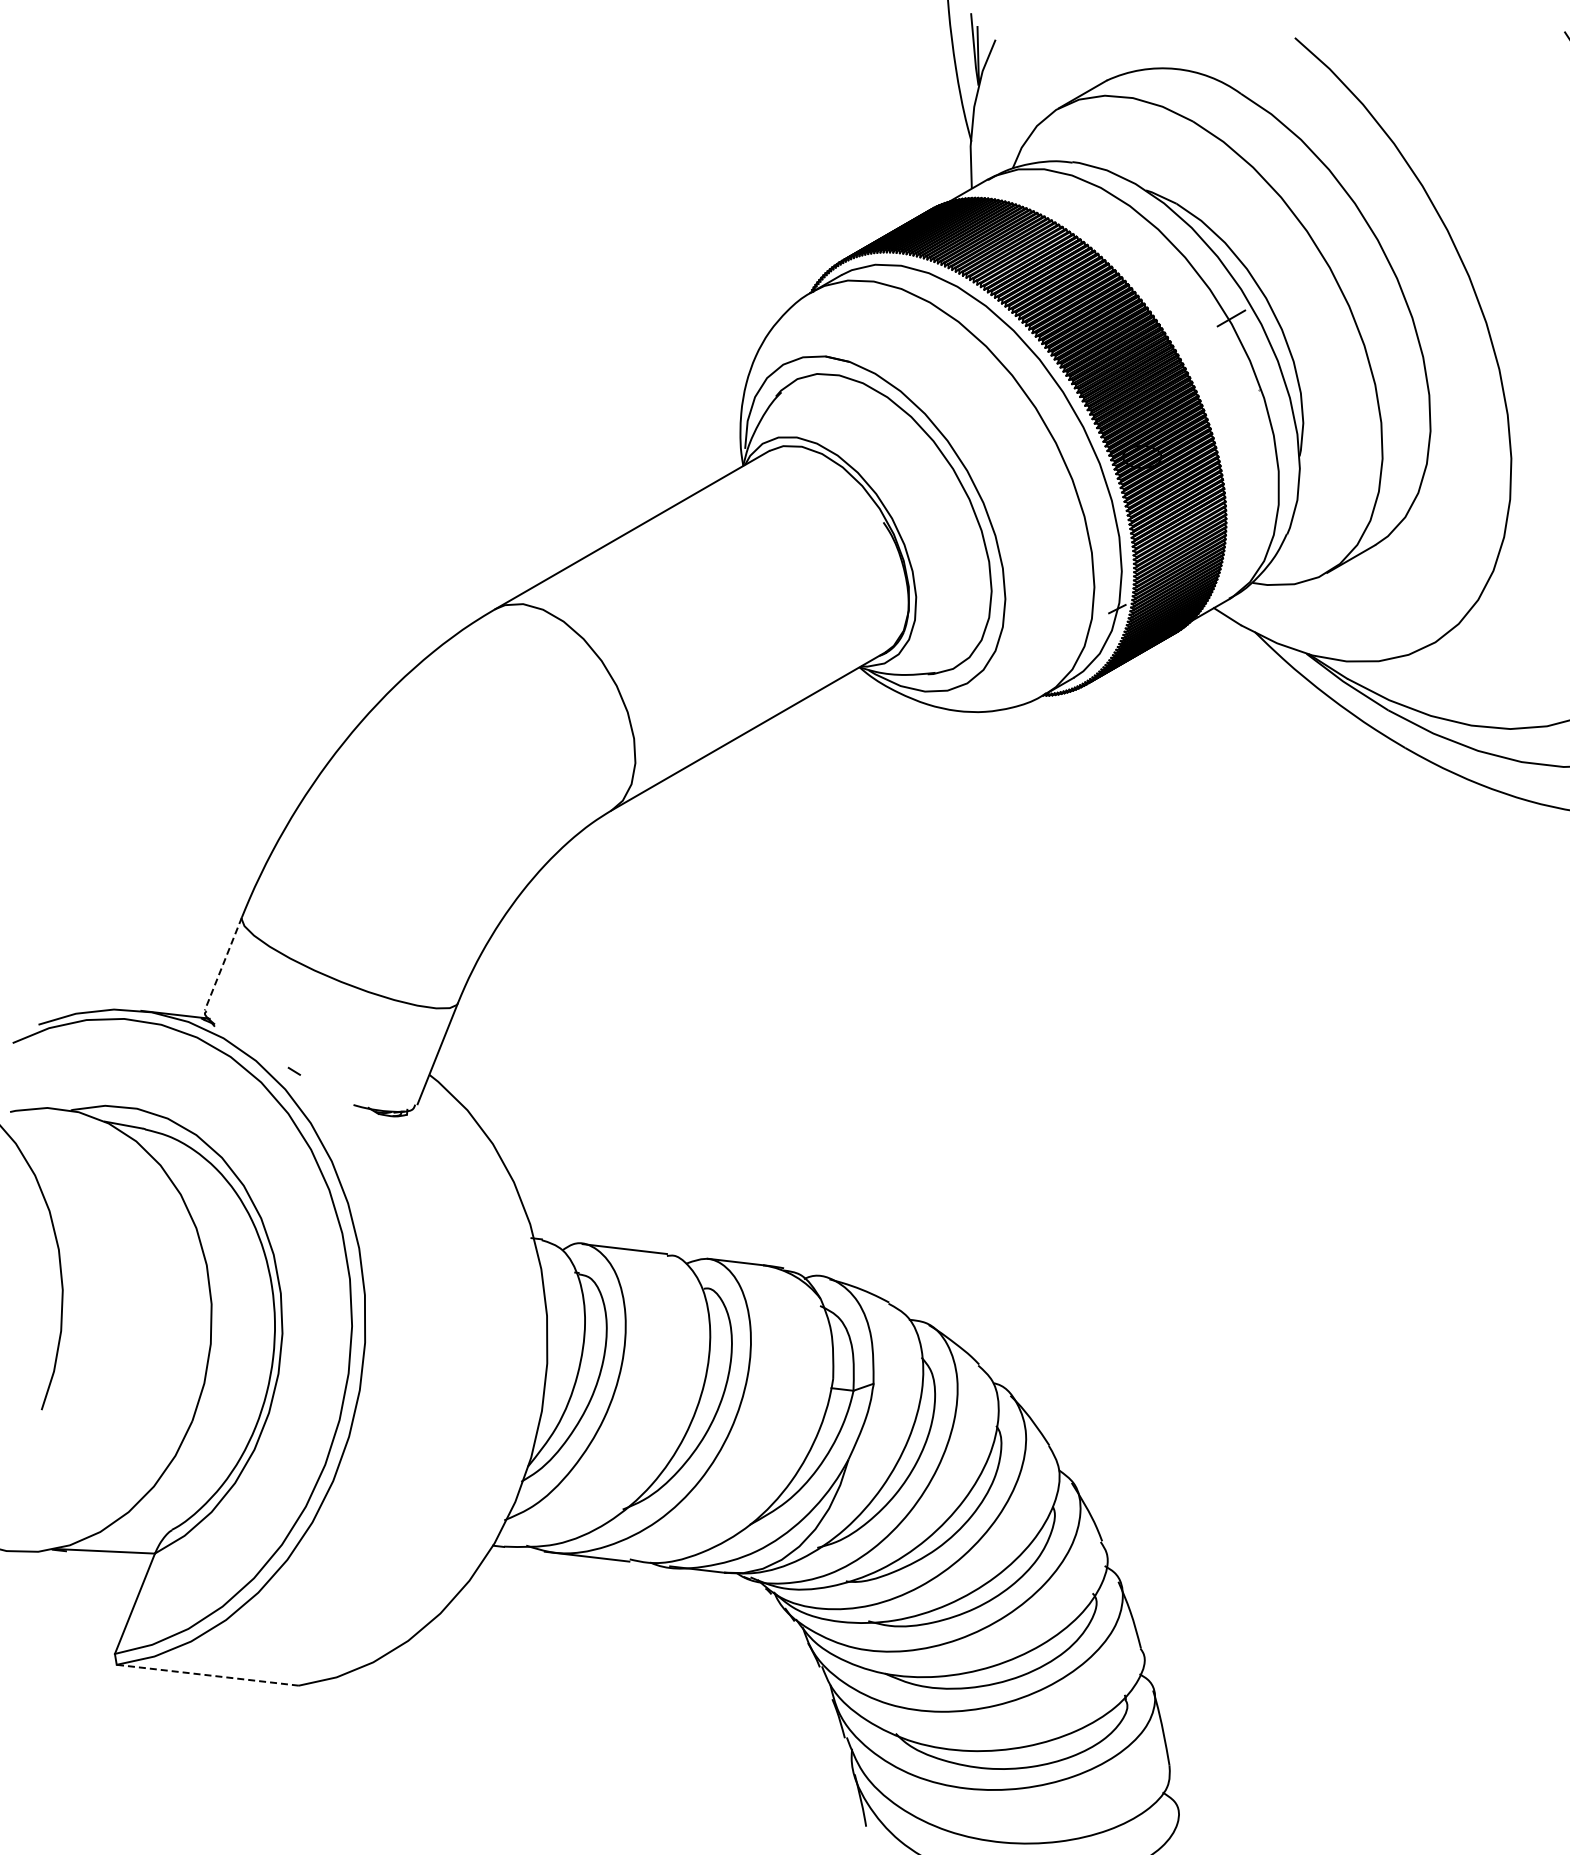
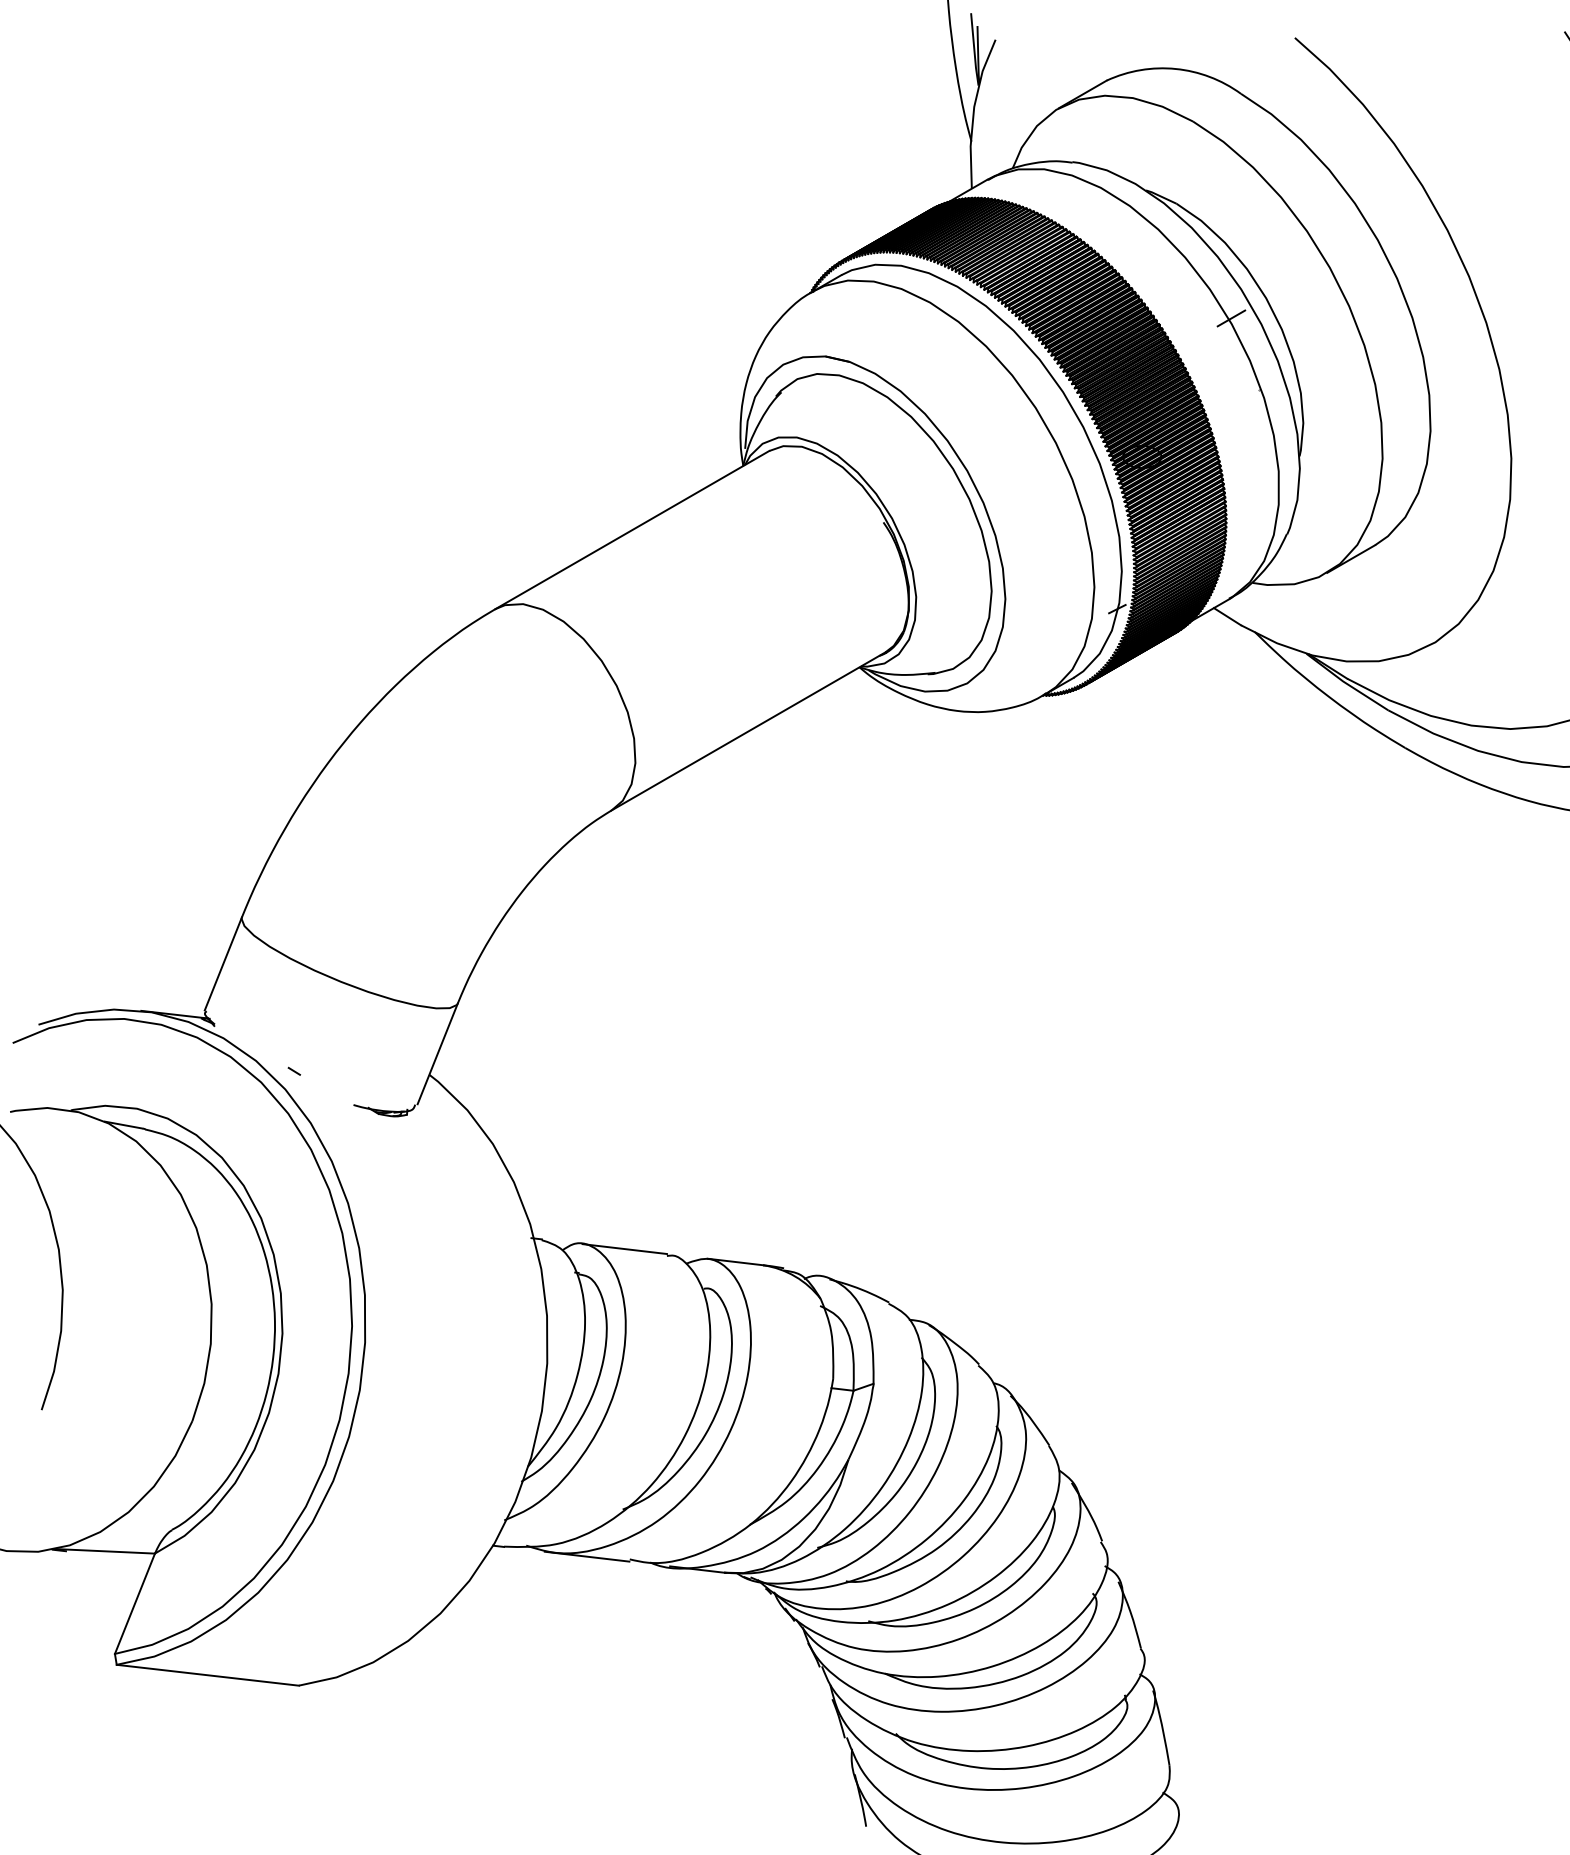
line at (223, 964): dashed -> solid
line at (207, 1675): dashed -> solid
